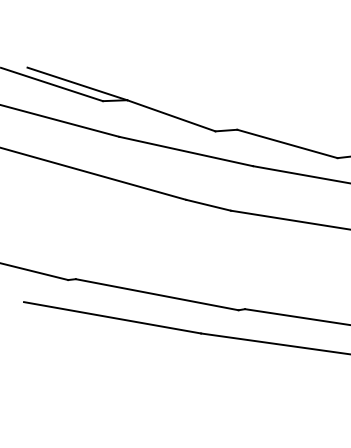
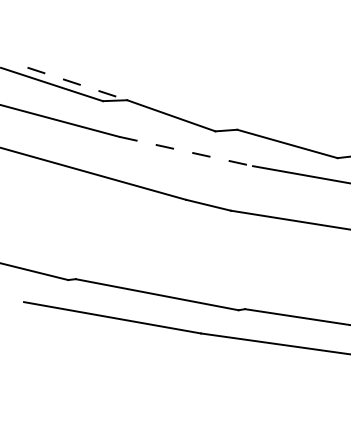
line at (77, 84): solid -> dashed
line at (186, 151): solid -> dashed
